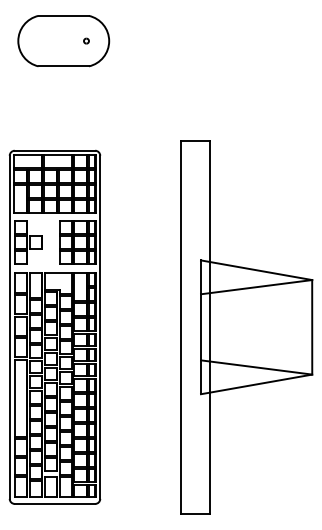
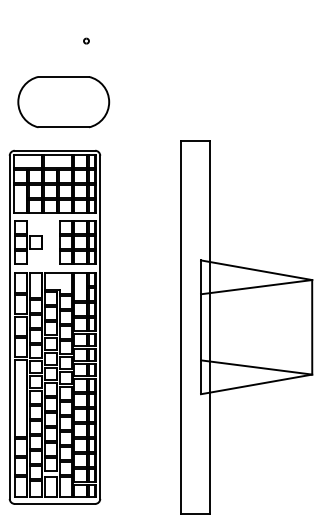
part at (63, 41) position: (63, 41) -> (63, 102)
